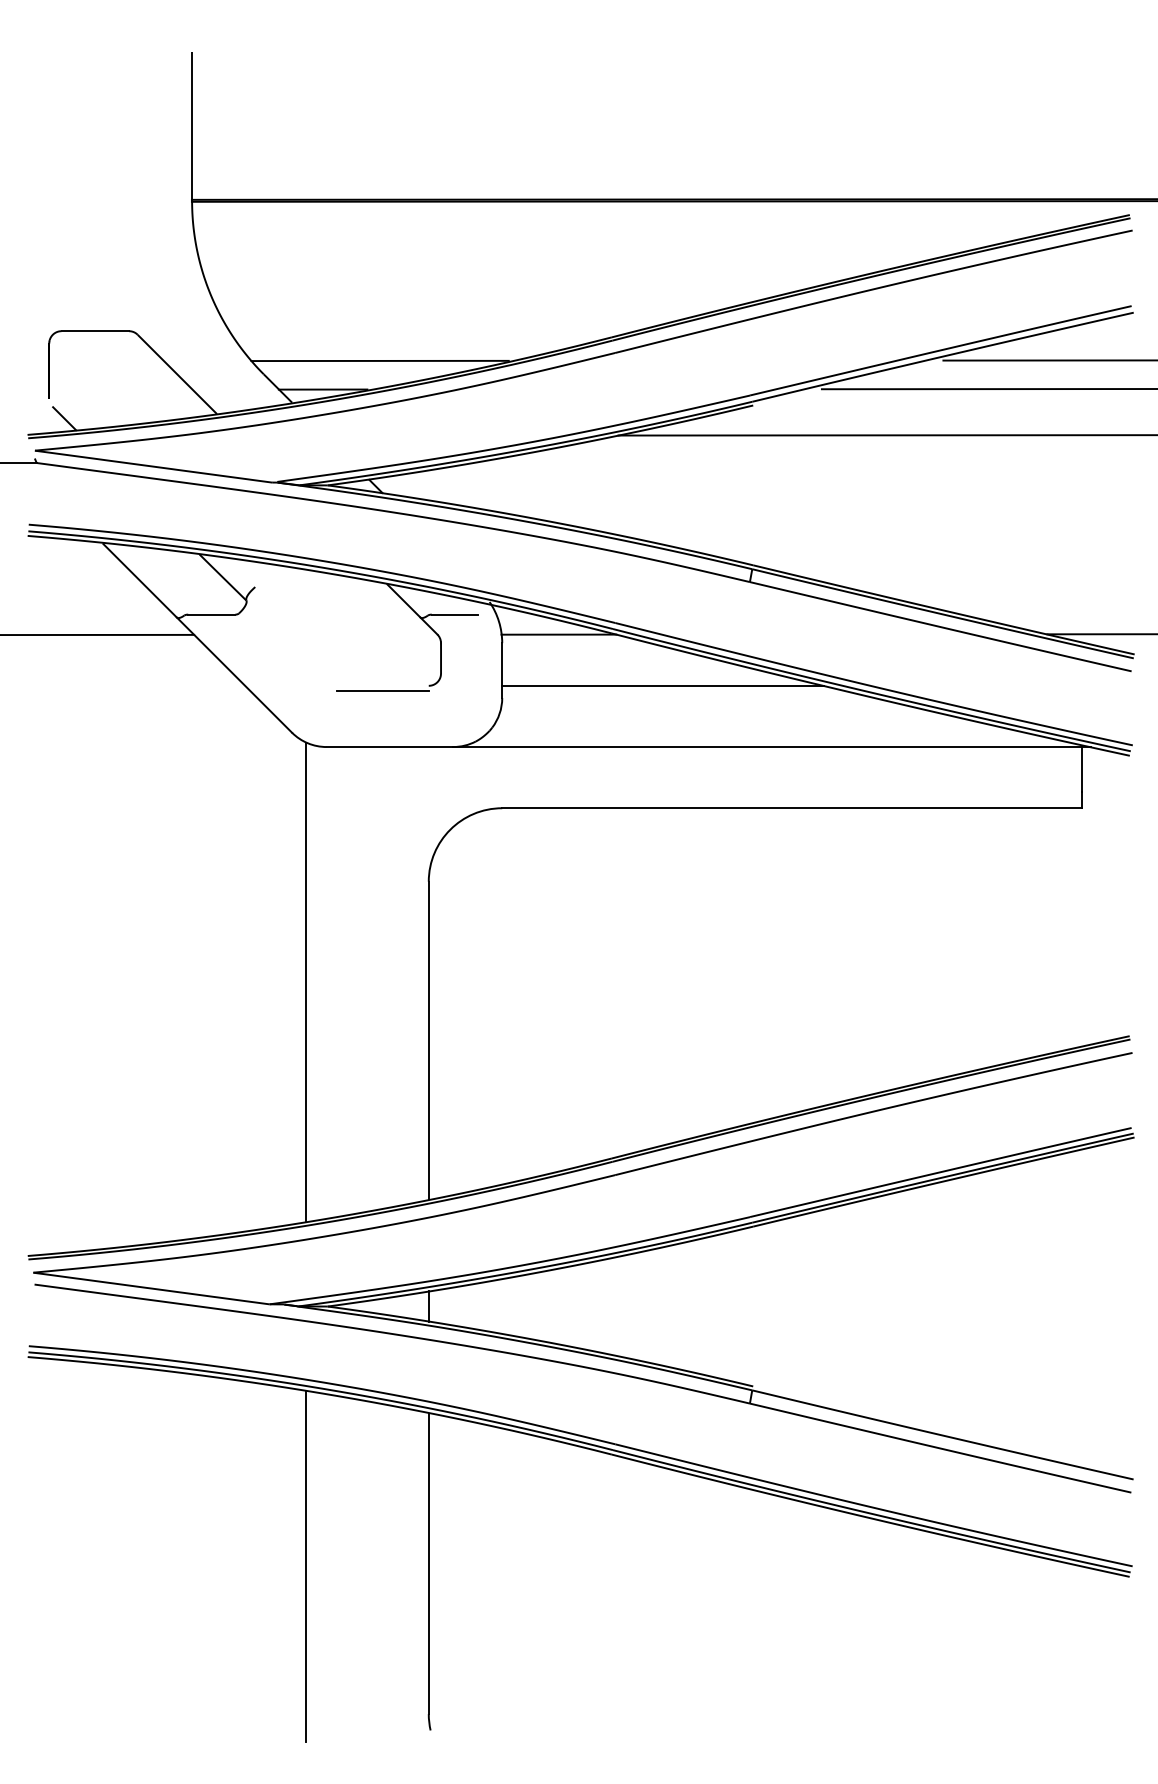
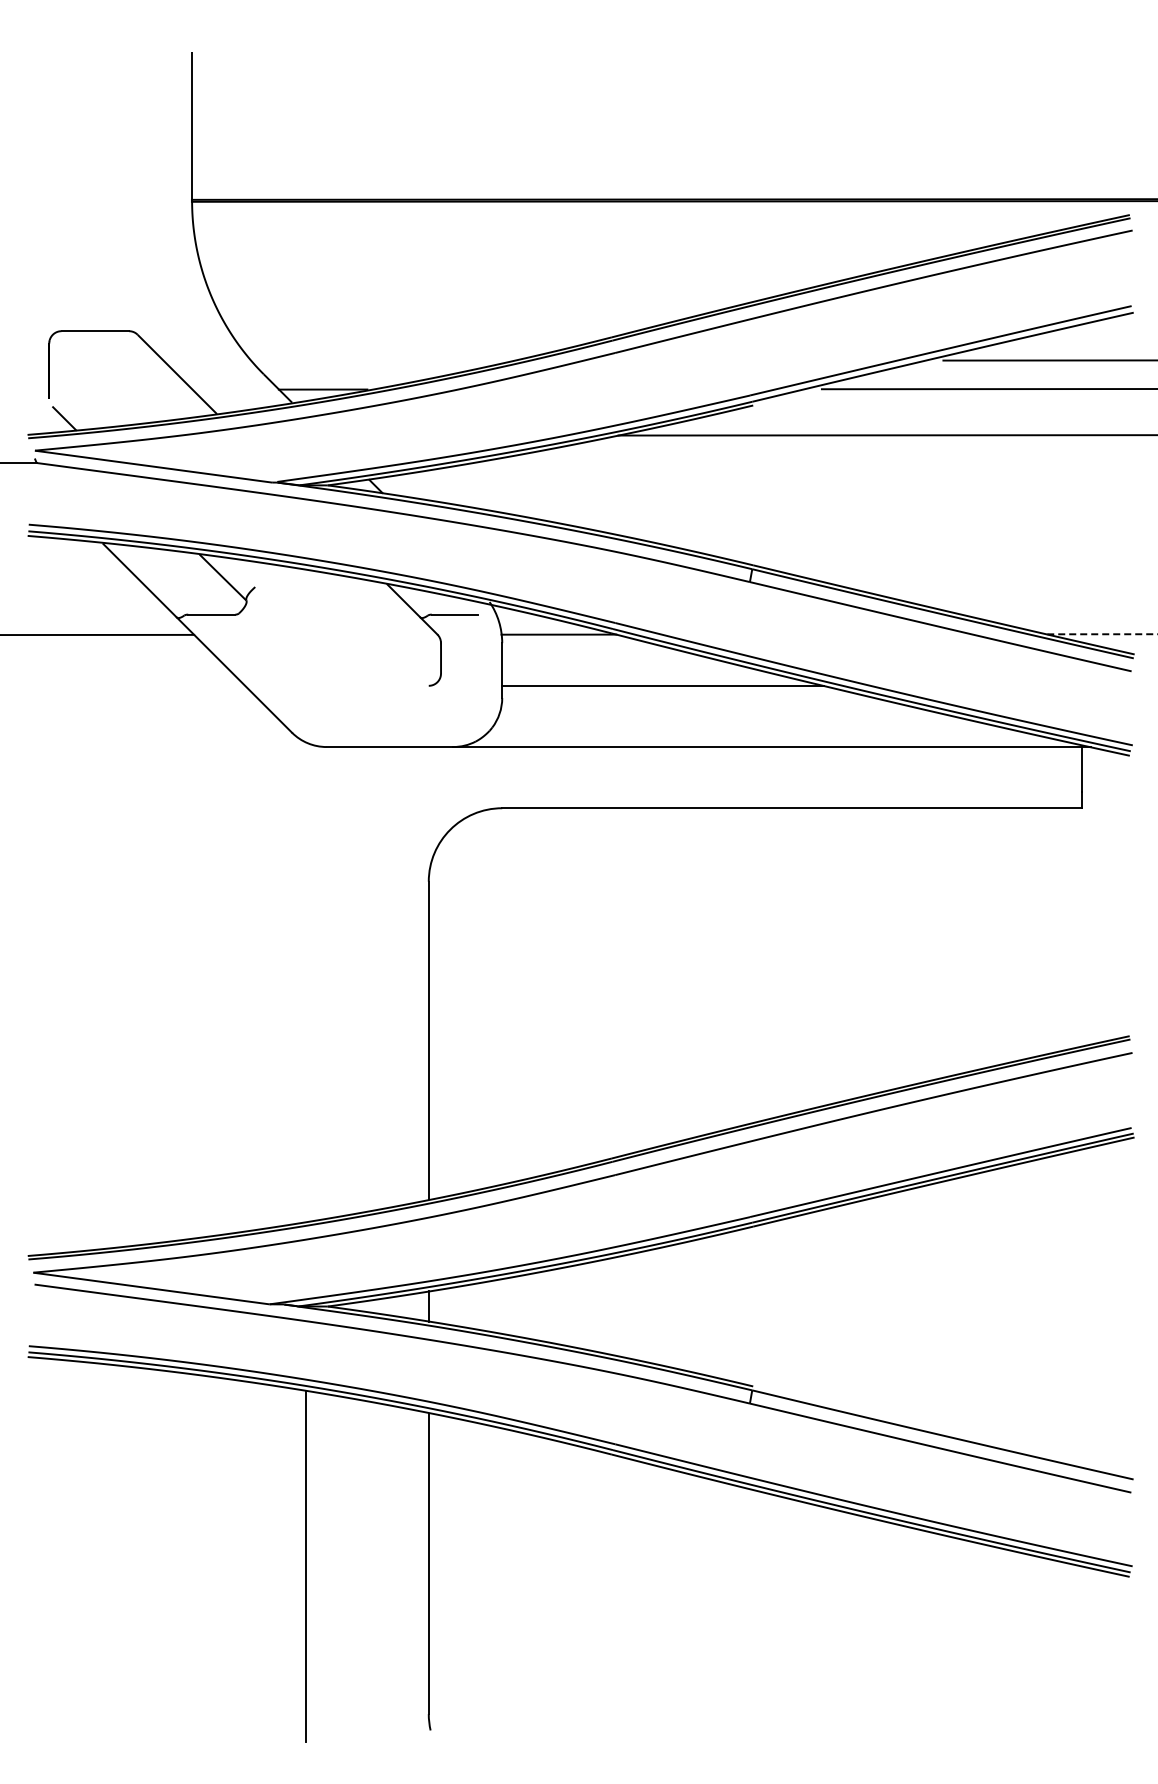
line at (379, 360): present -> none
line at (1102, 634): solid -> dashed
line at (382, 690): present -> none
line at (306, 981): present -> none
